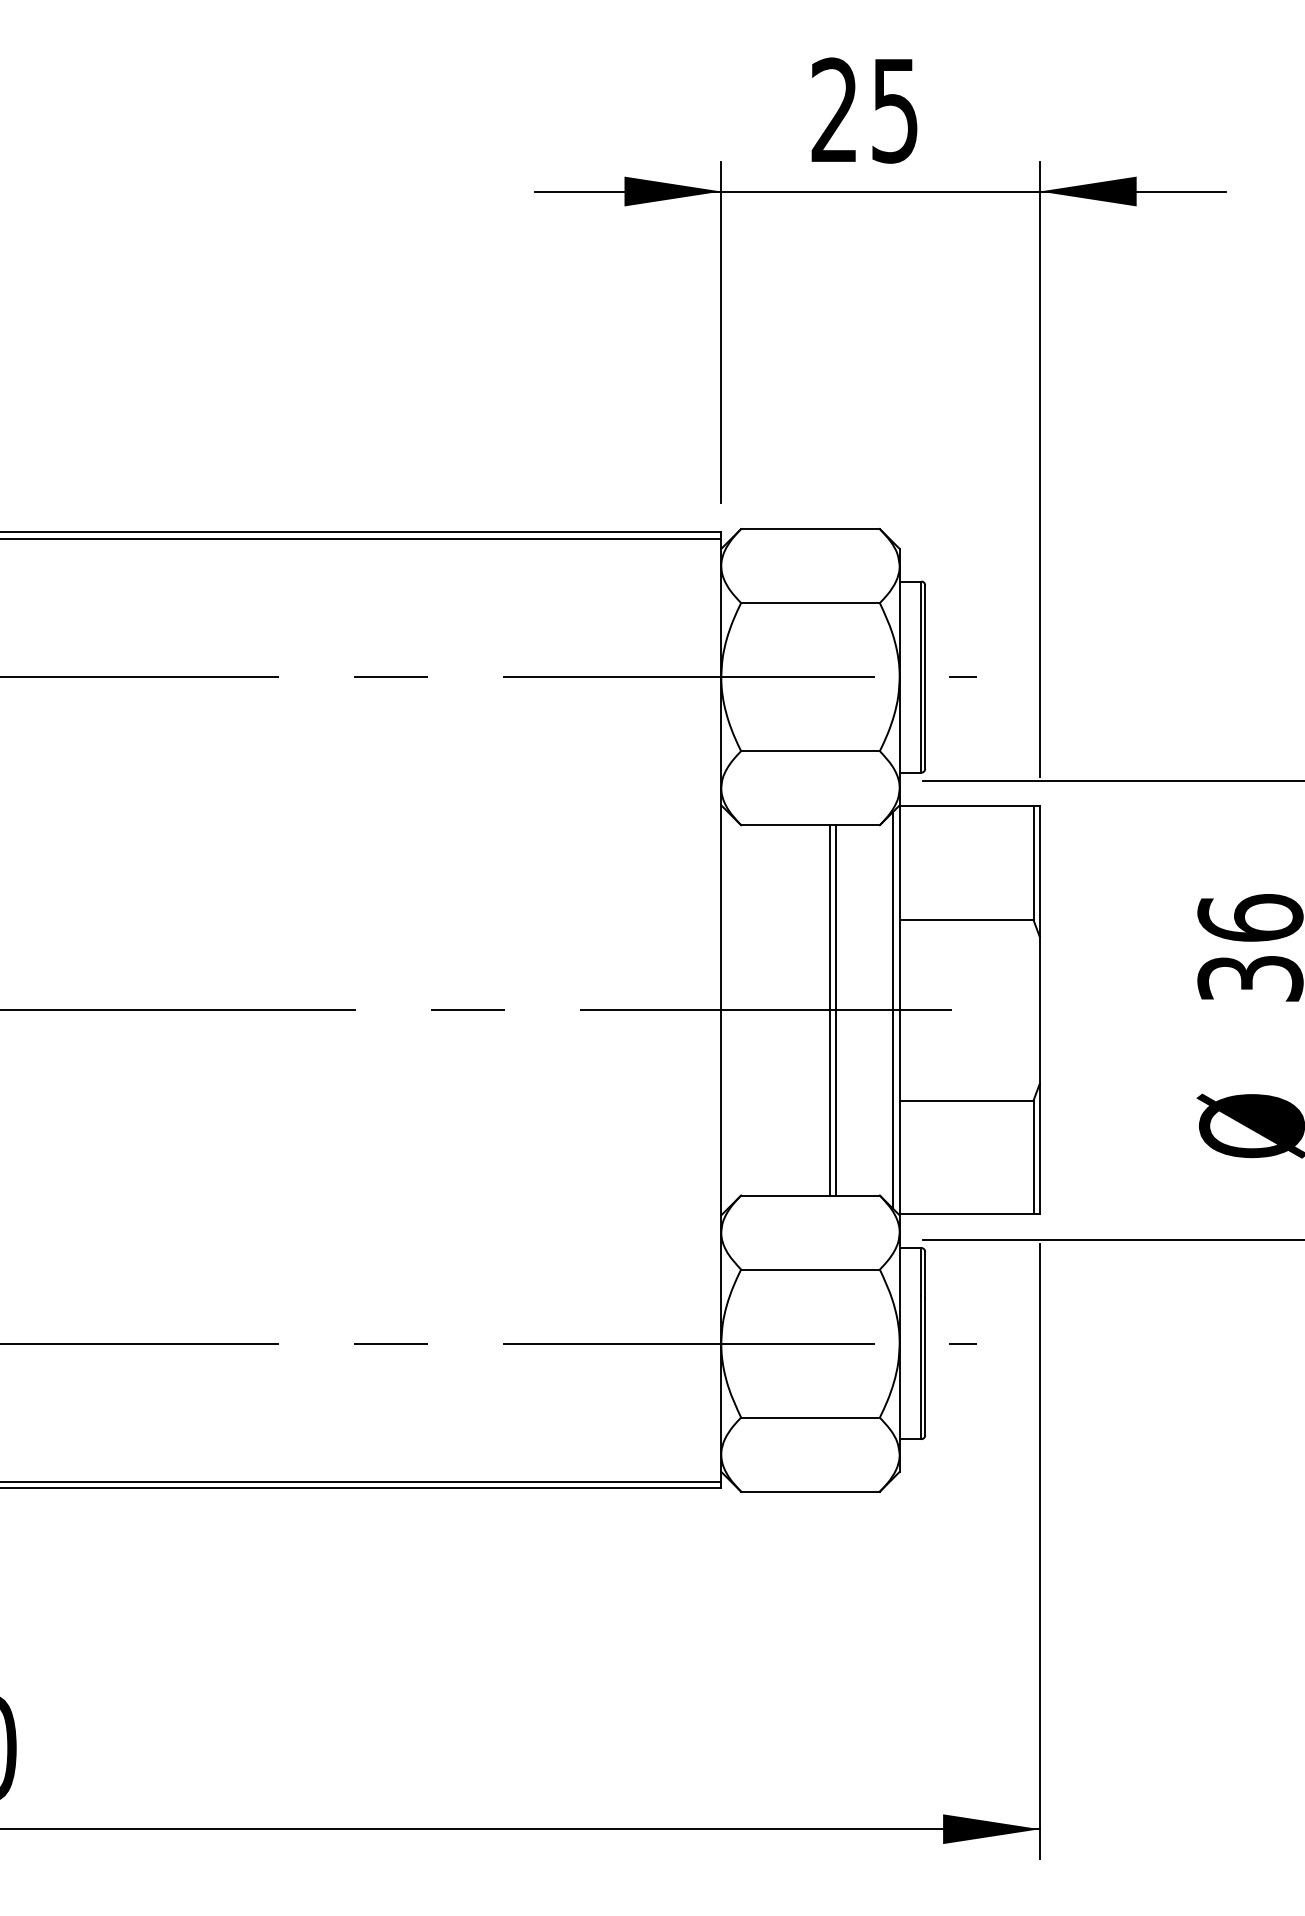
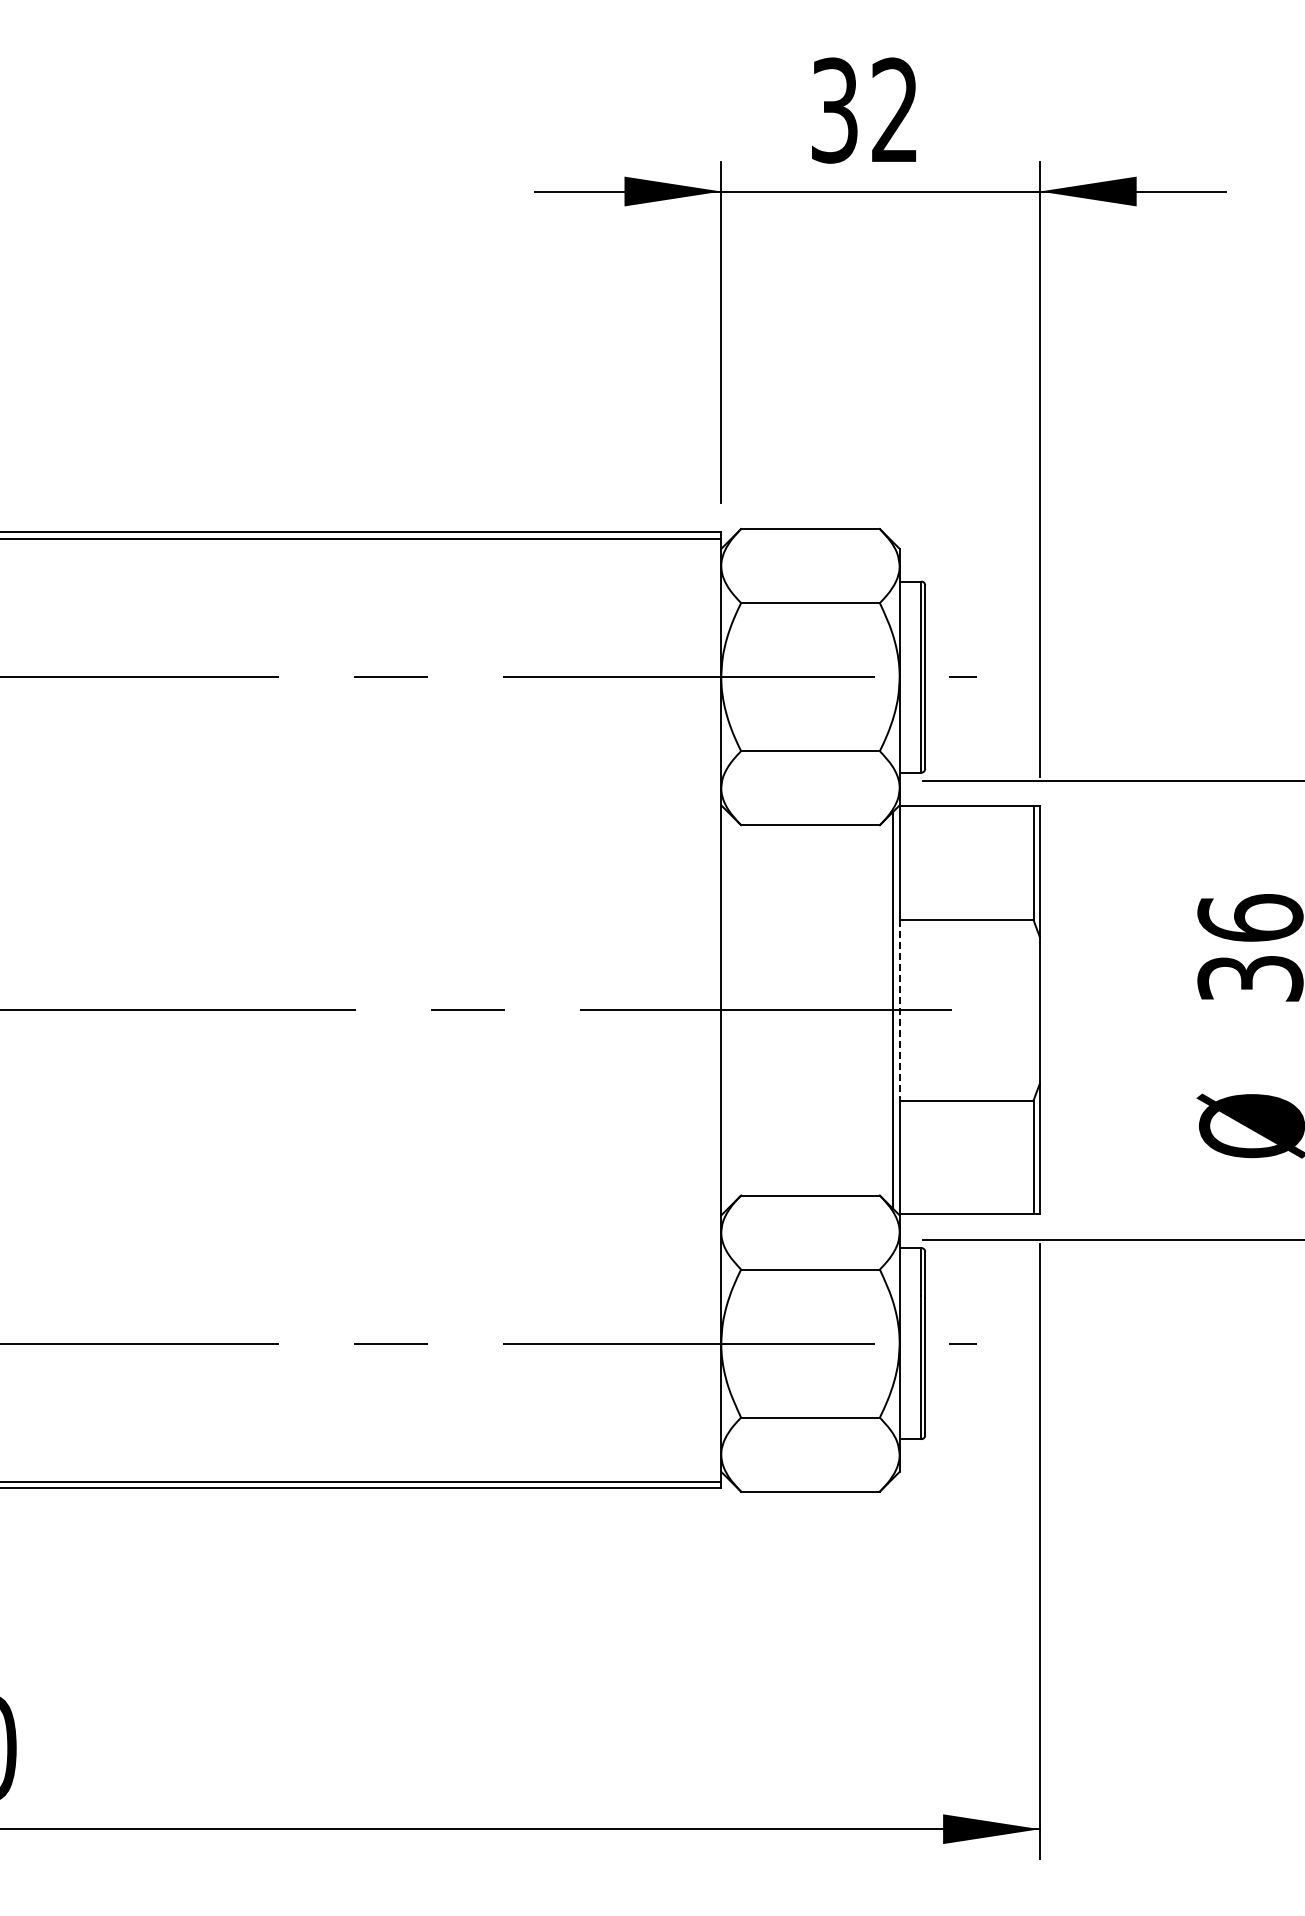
text at (864, 110): 25 -> 32
line at (829, 1010): present -> none
line at (835, 1010): present -> none
line at (899, 1010): solid -> dashed
